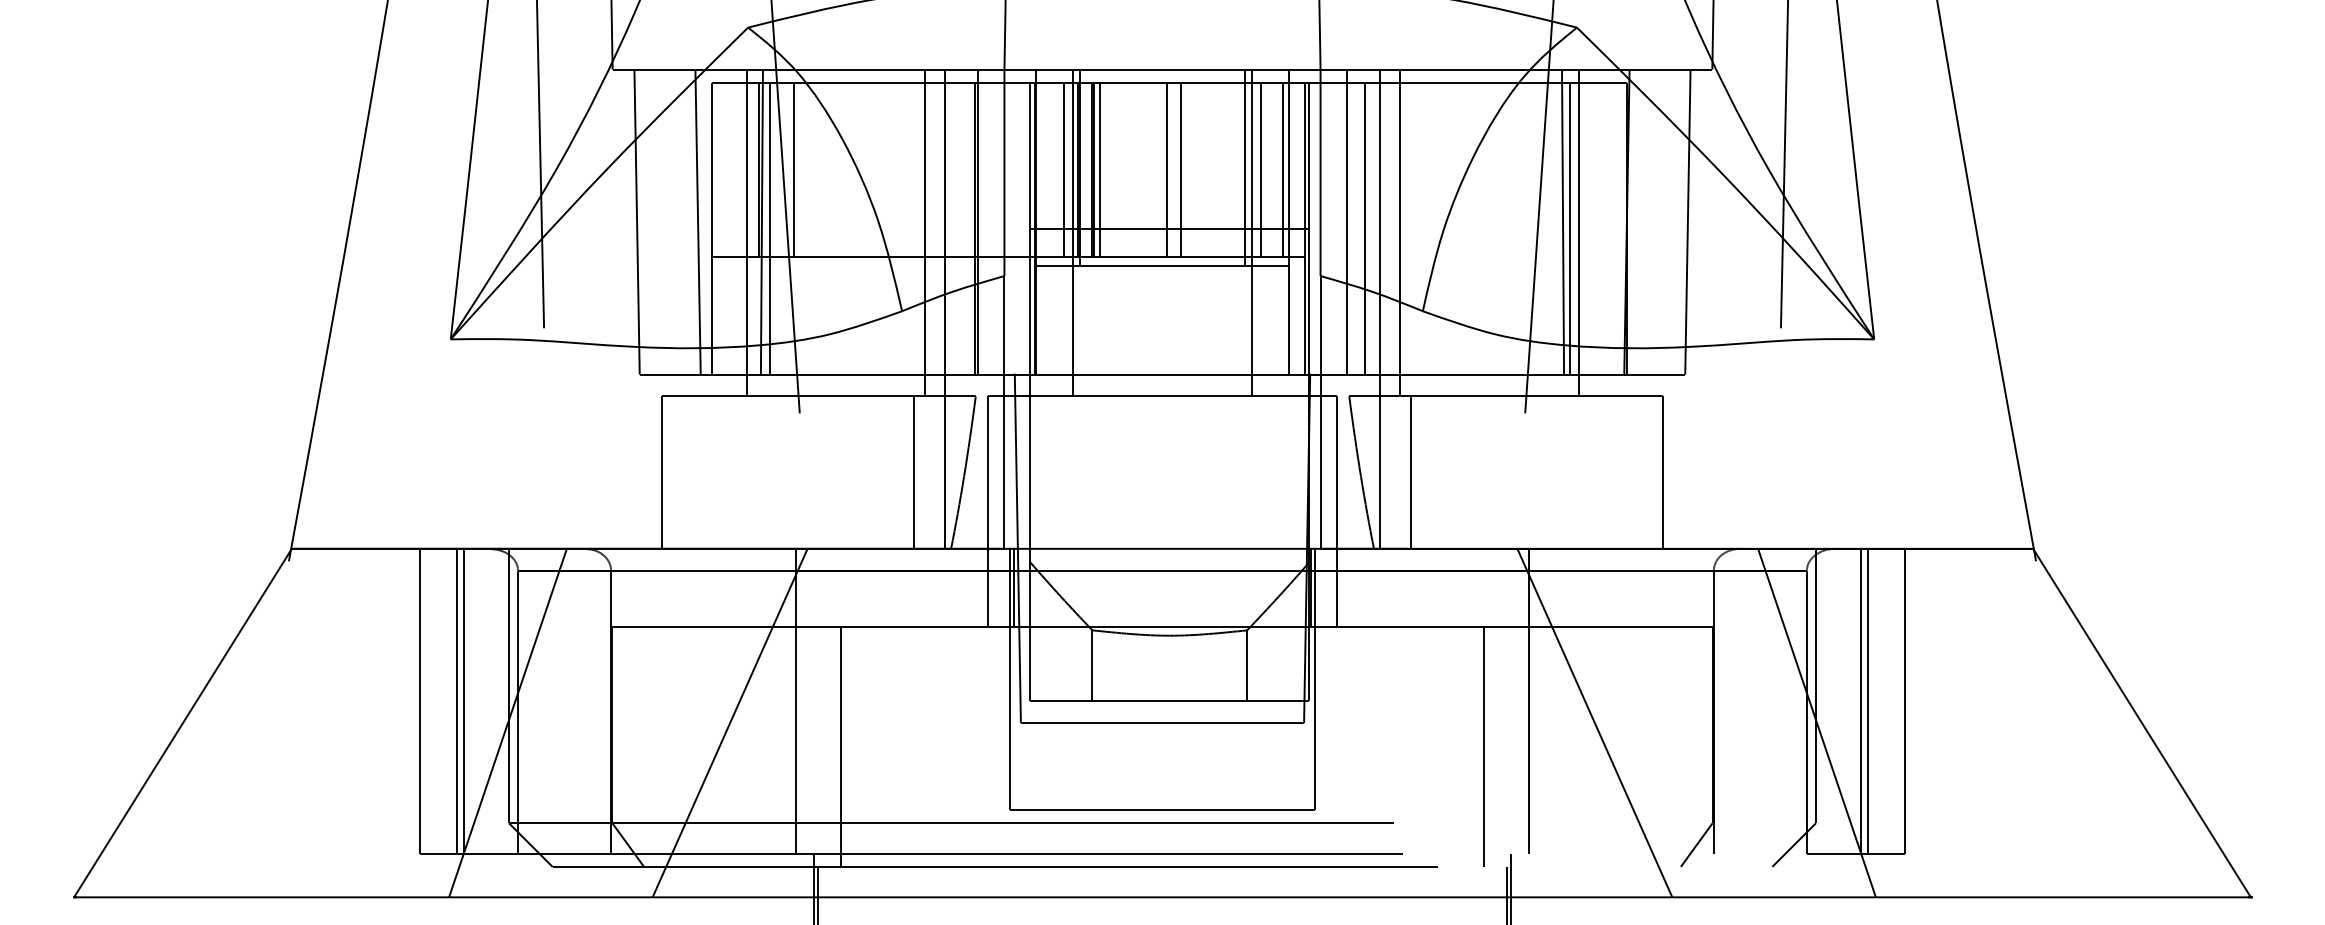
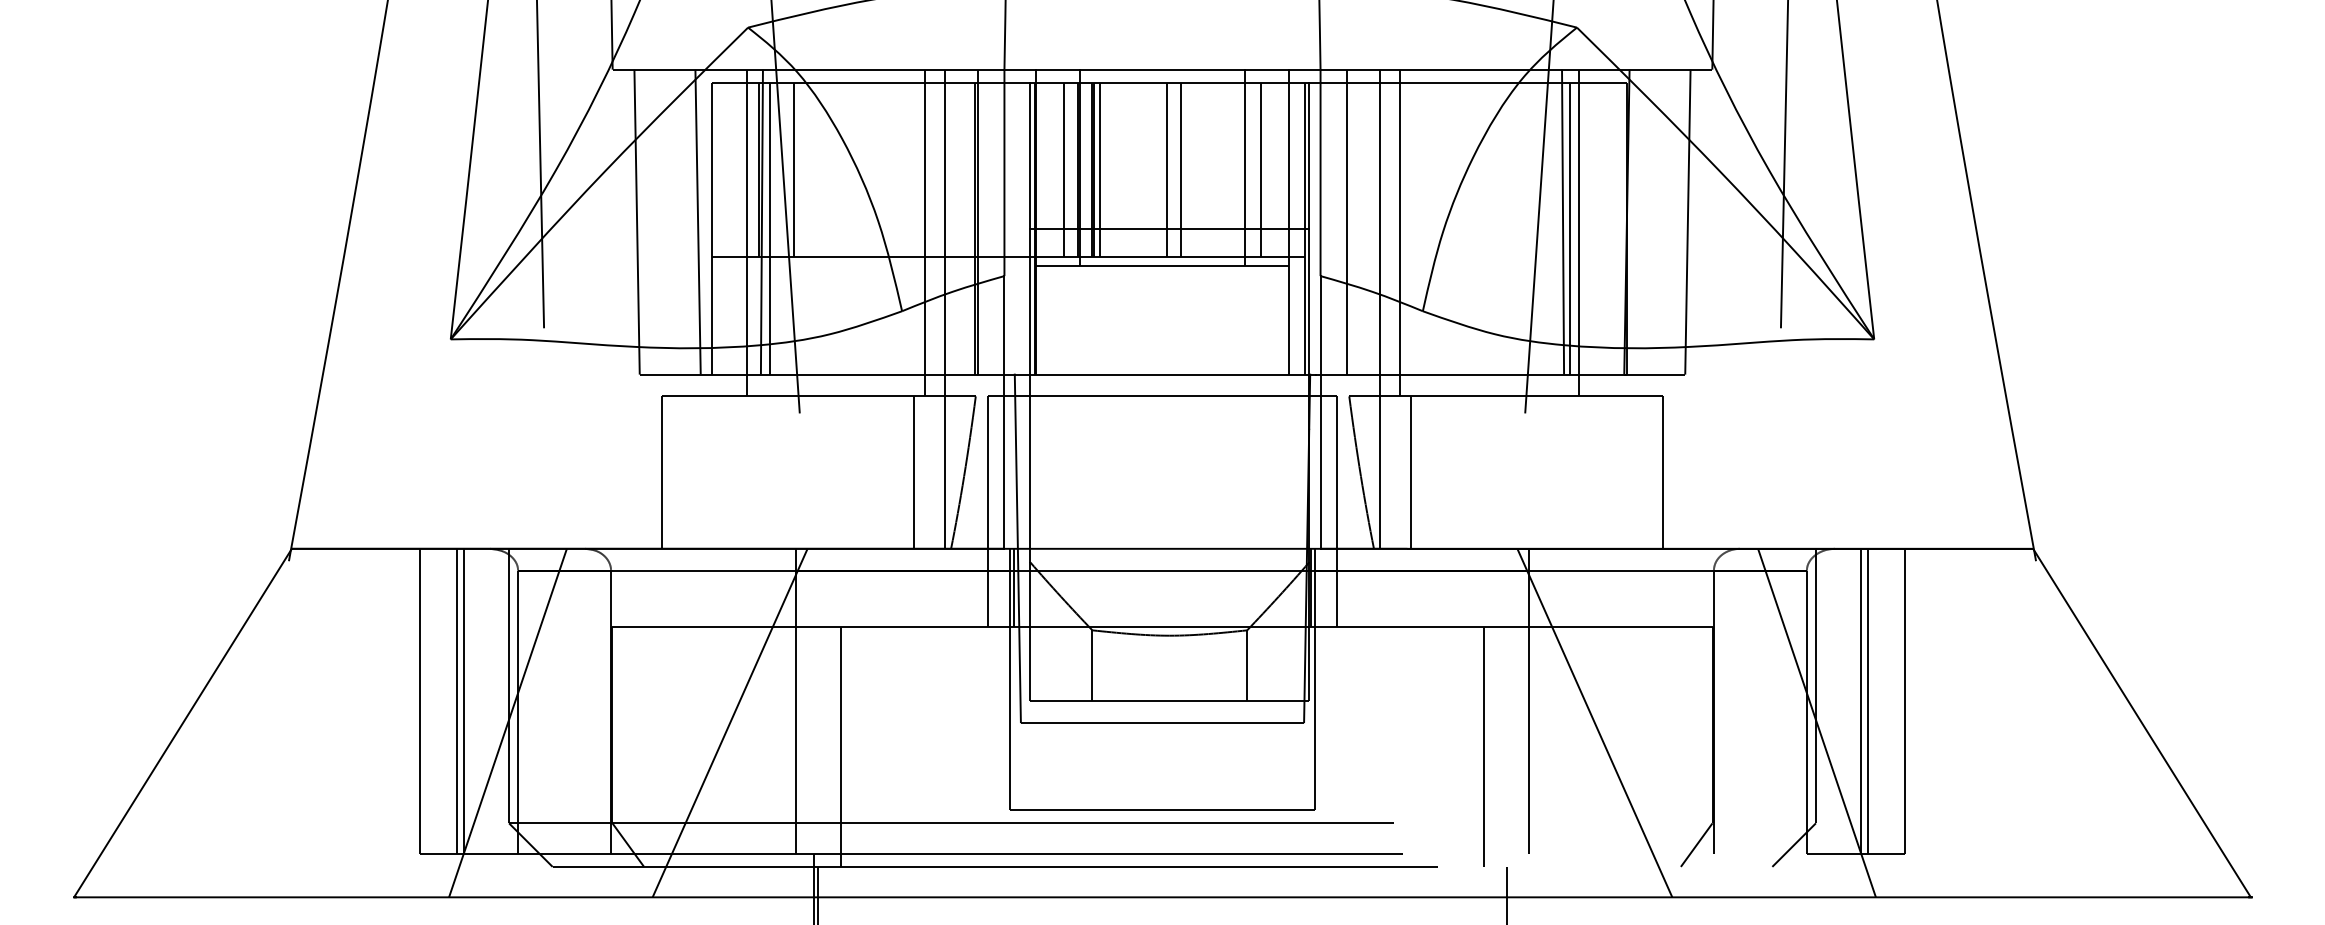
line at (1283, 169): present -> none
line at (1364, 228): present -> none
line at (1073, 232): present -> none
line at (1251, 232): present -> none
line at (1511, 887): present -> none
